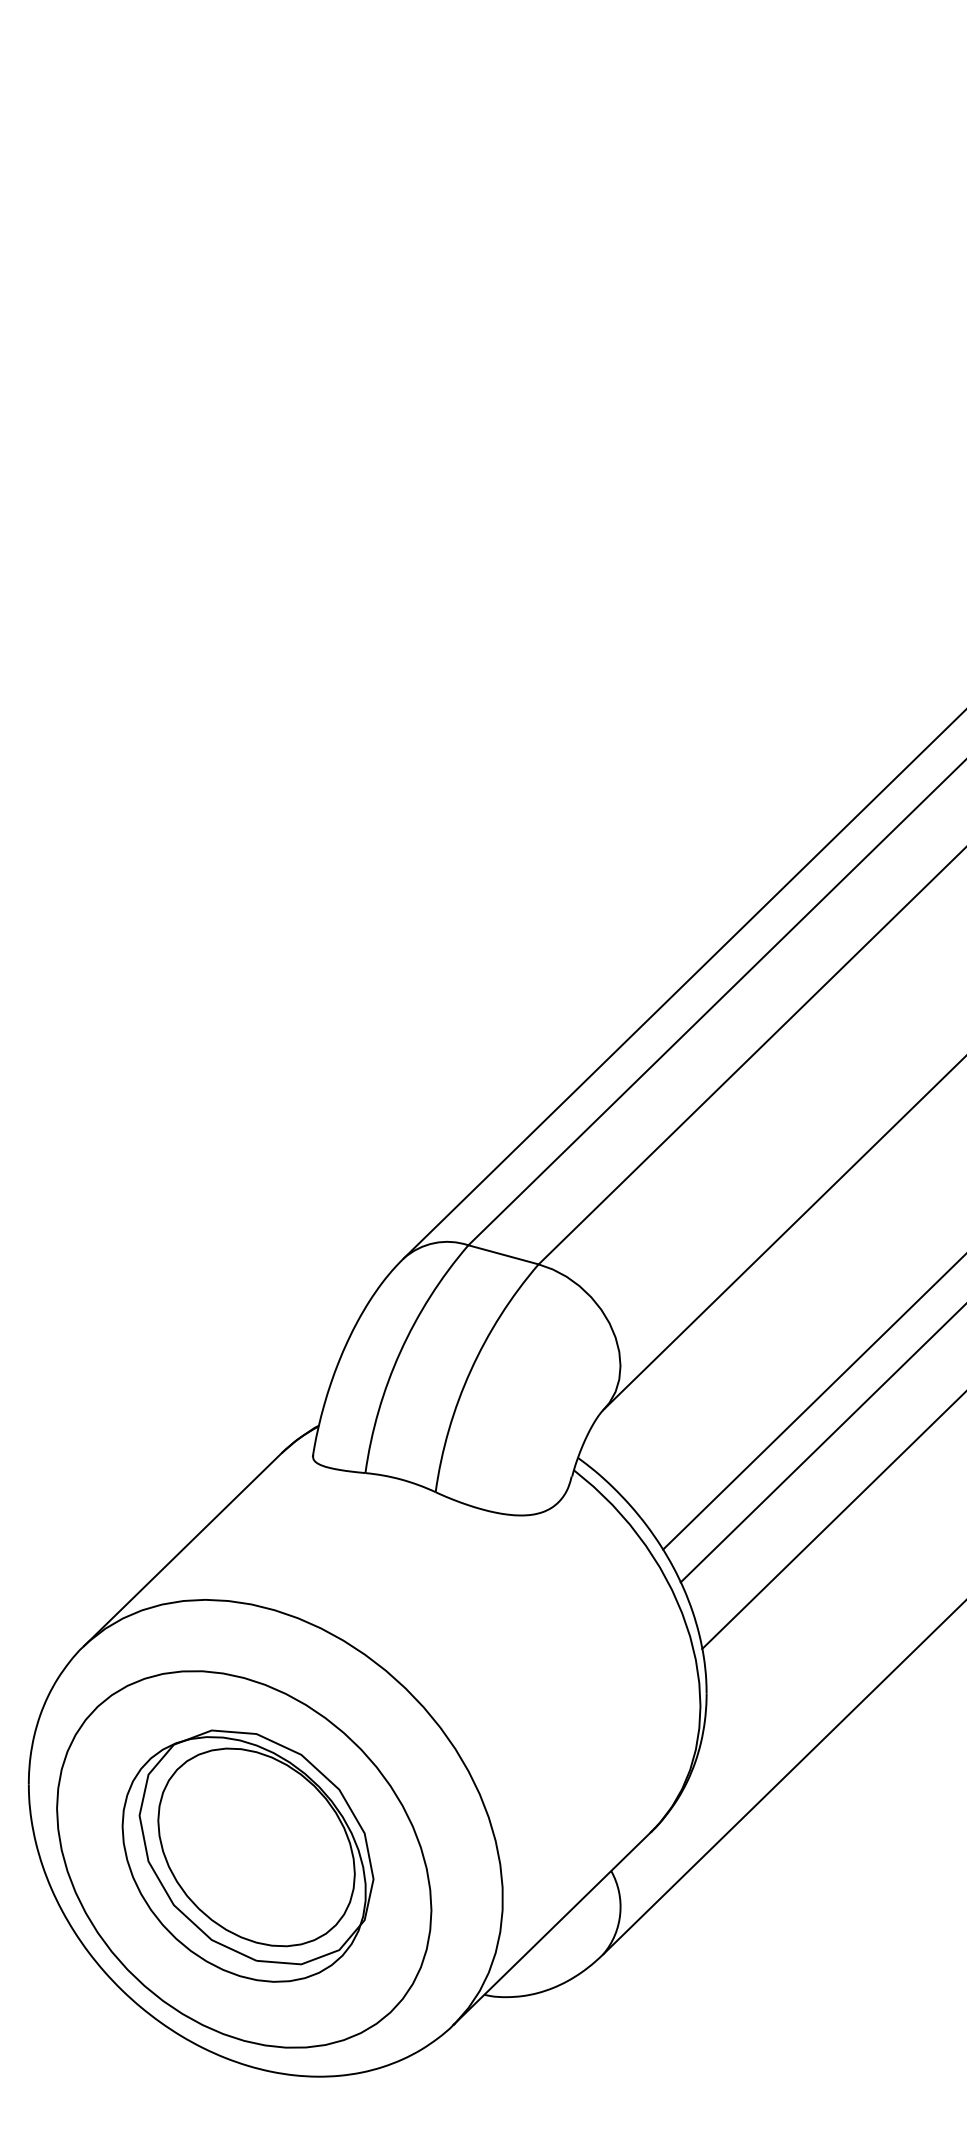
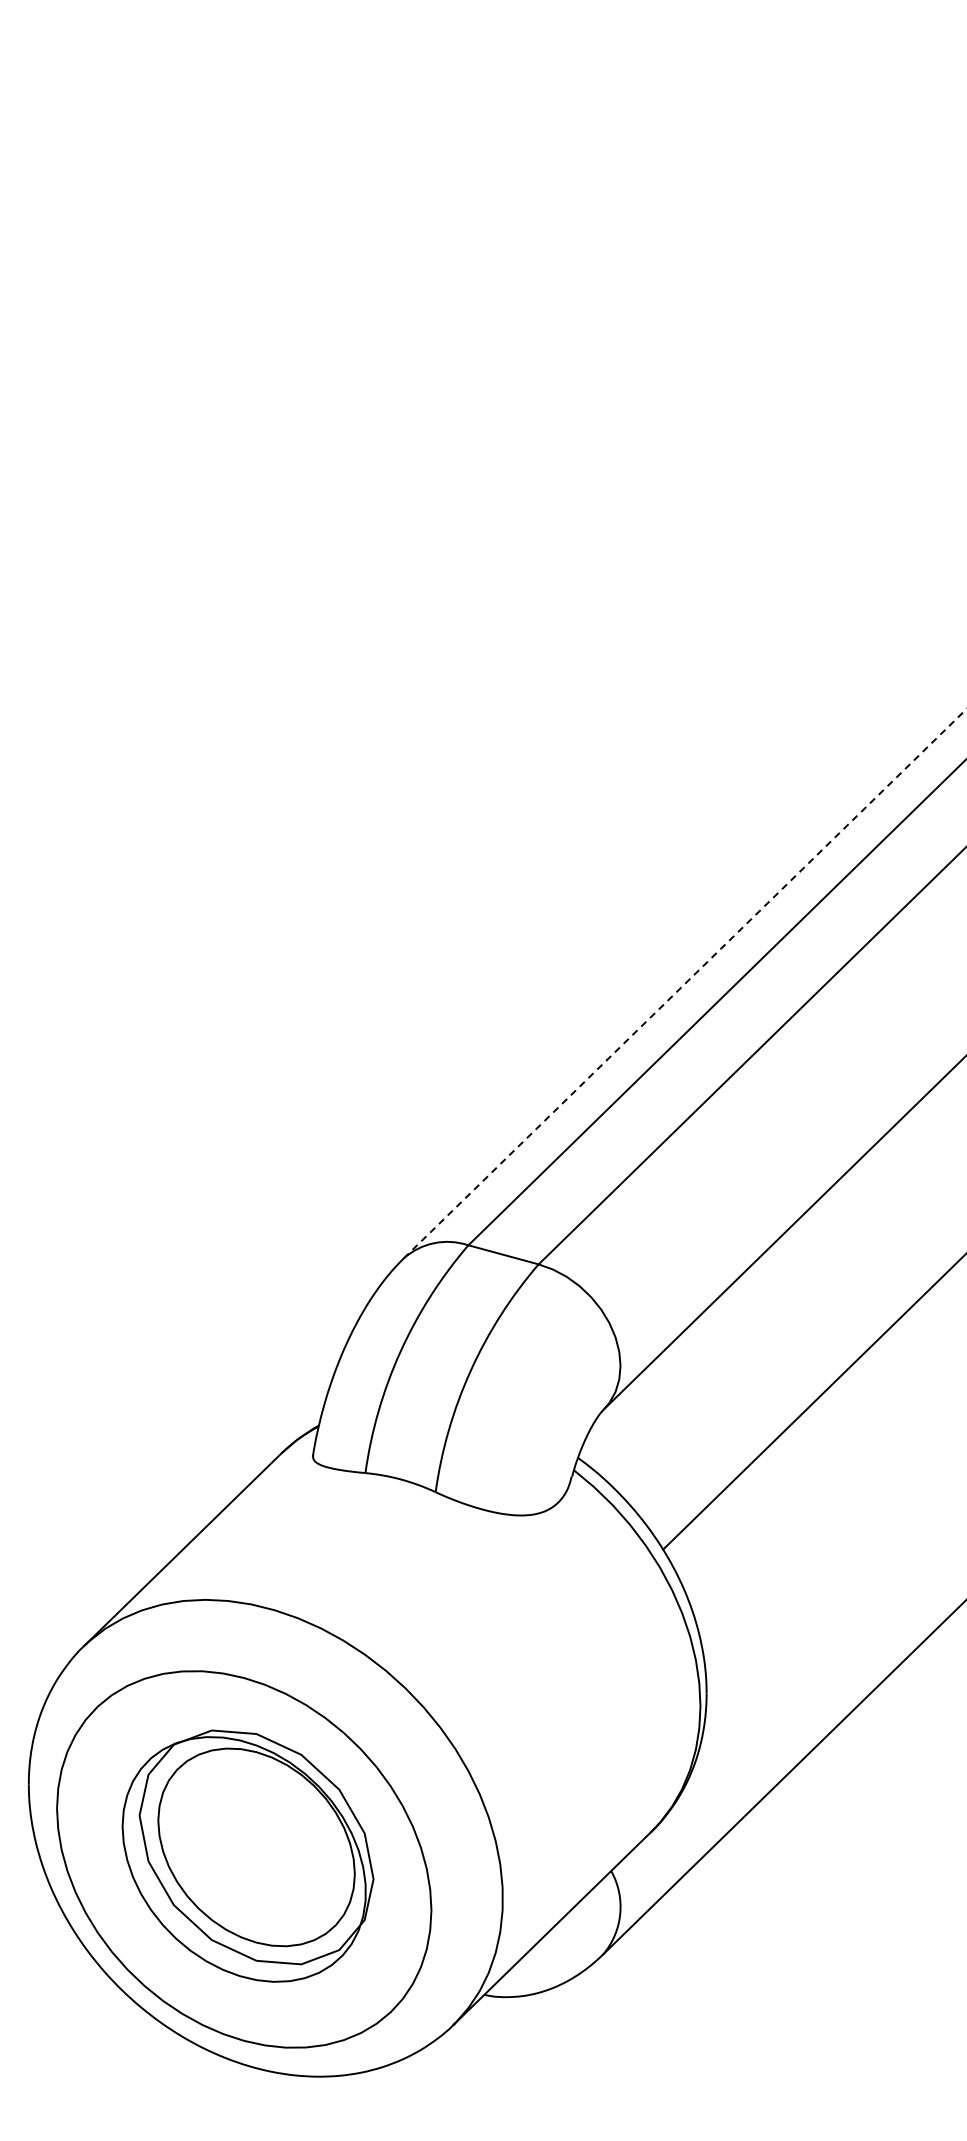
line at (685, 983): solid -> dashed
line at (821, 1444): present -> none
line at (832, 1521): present -> none
